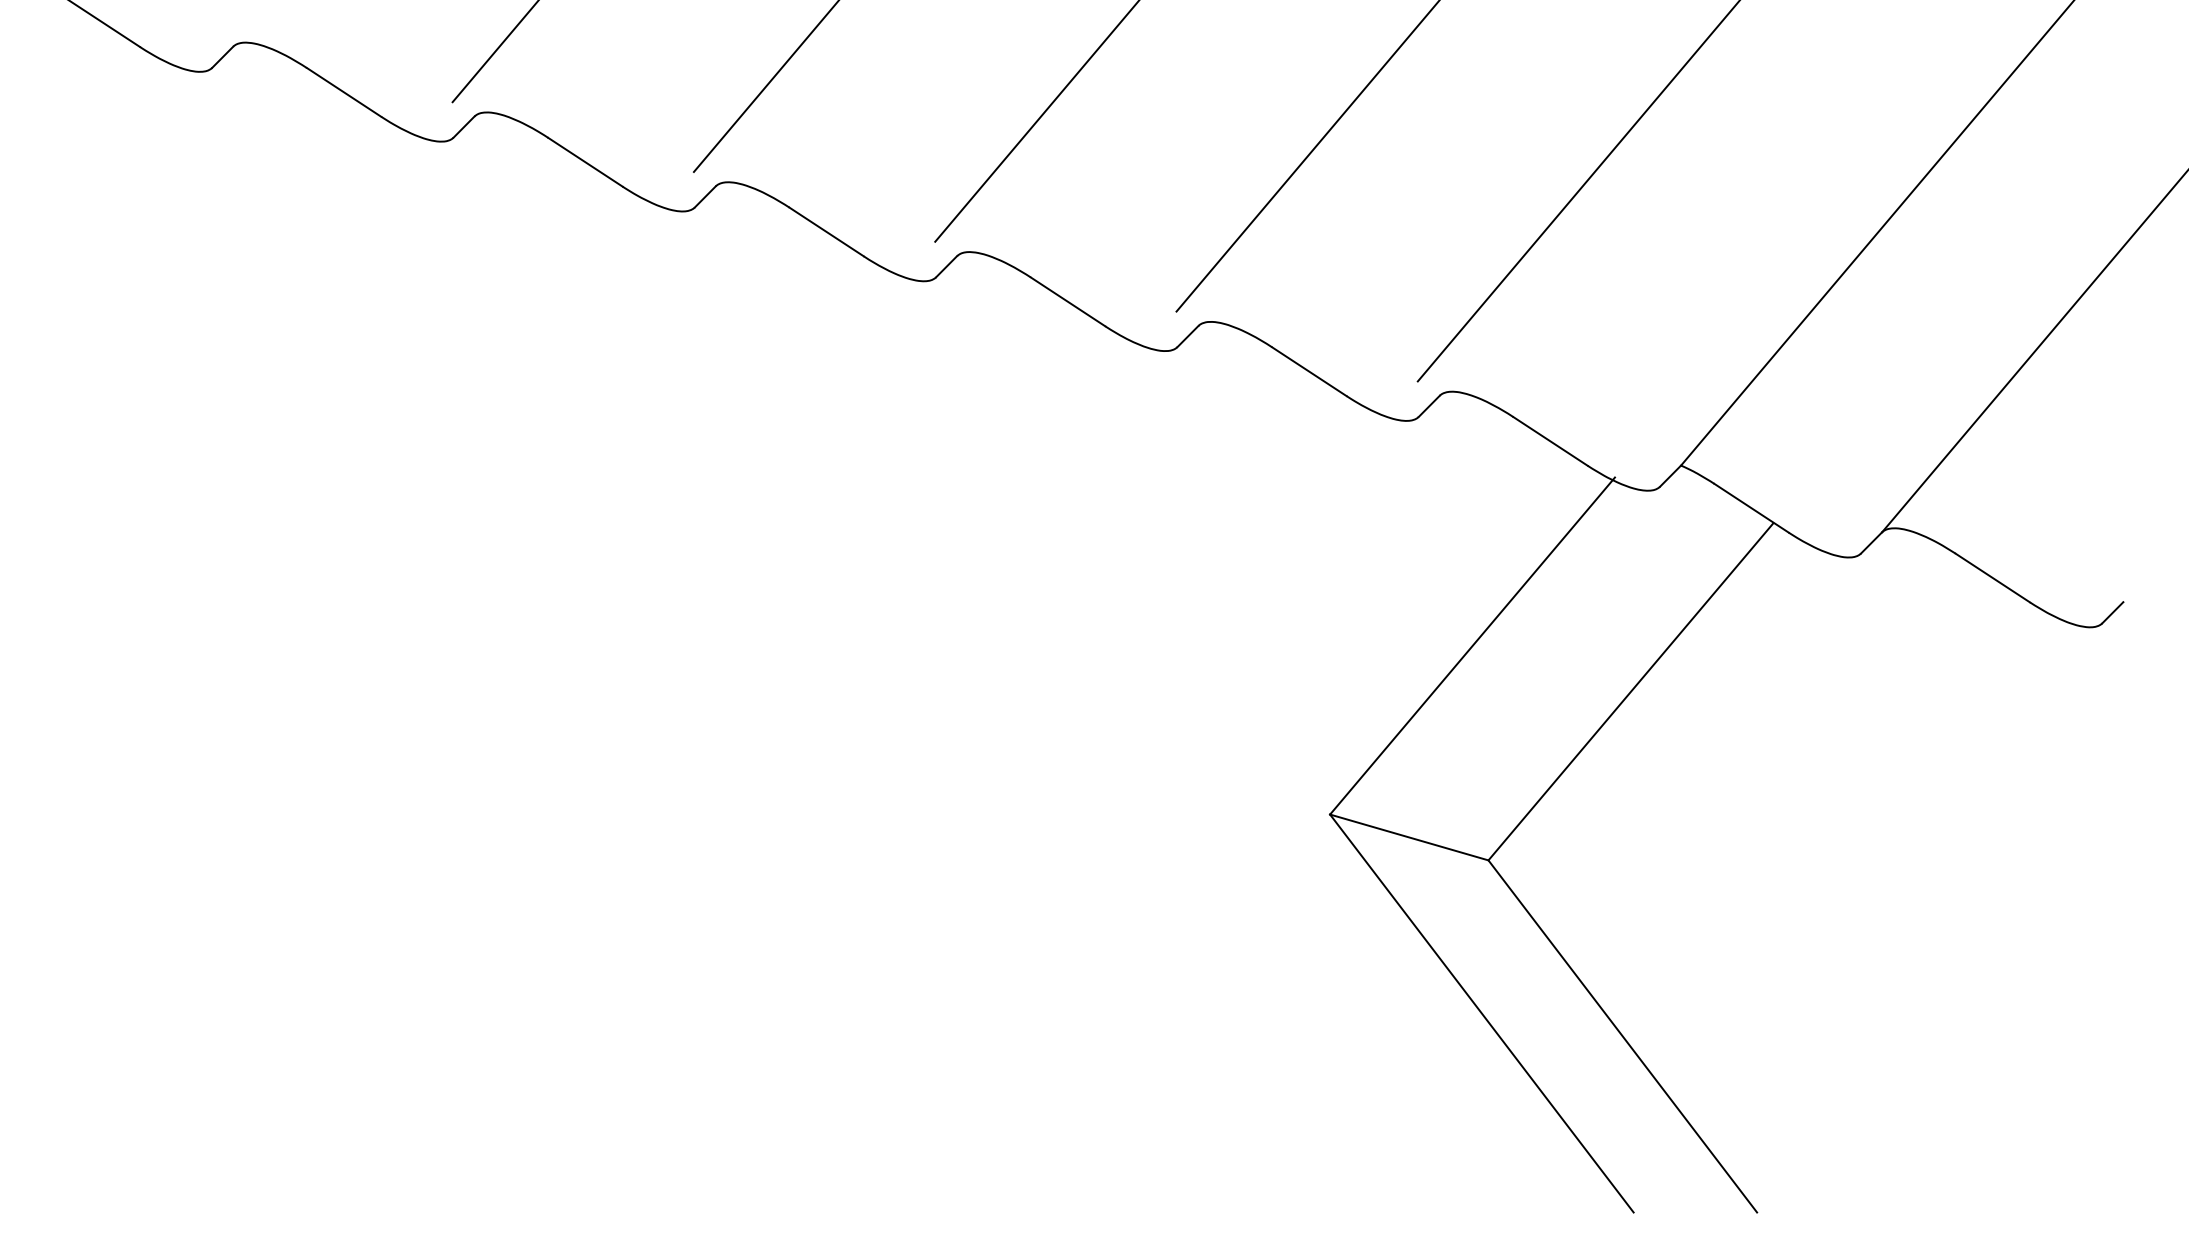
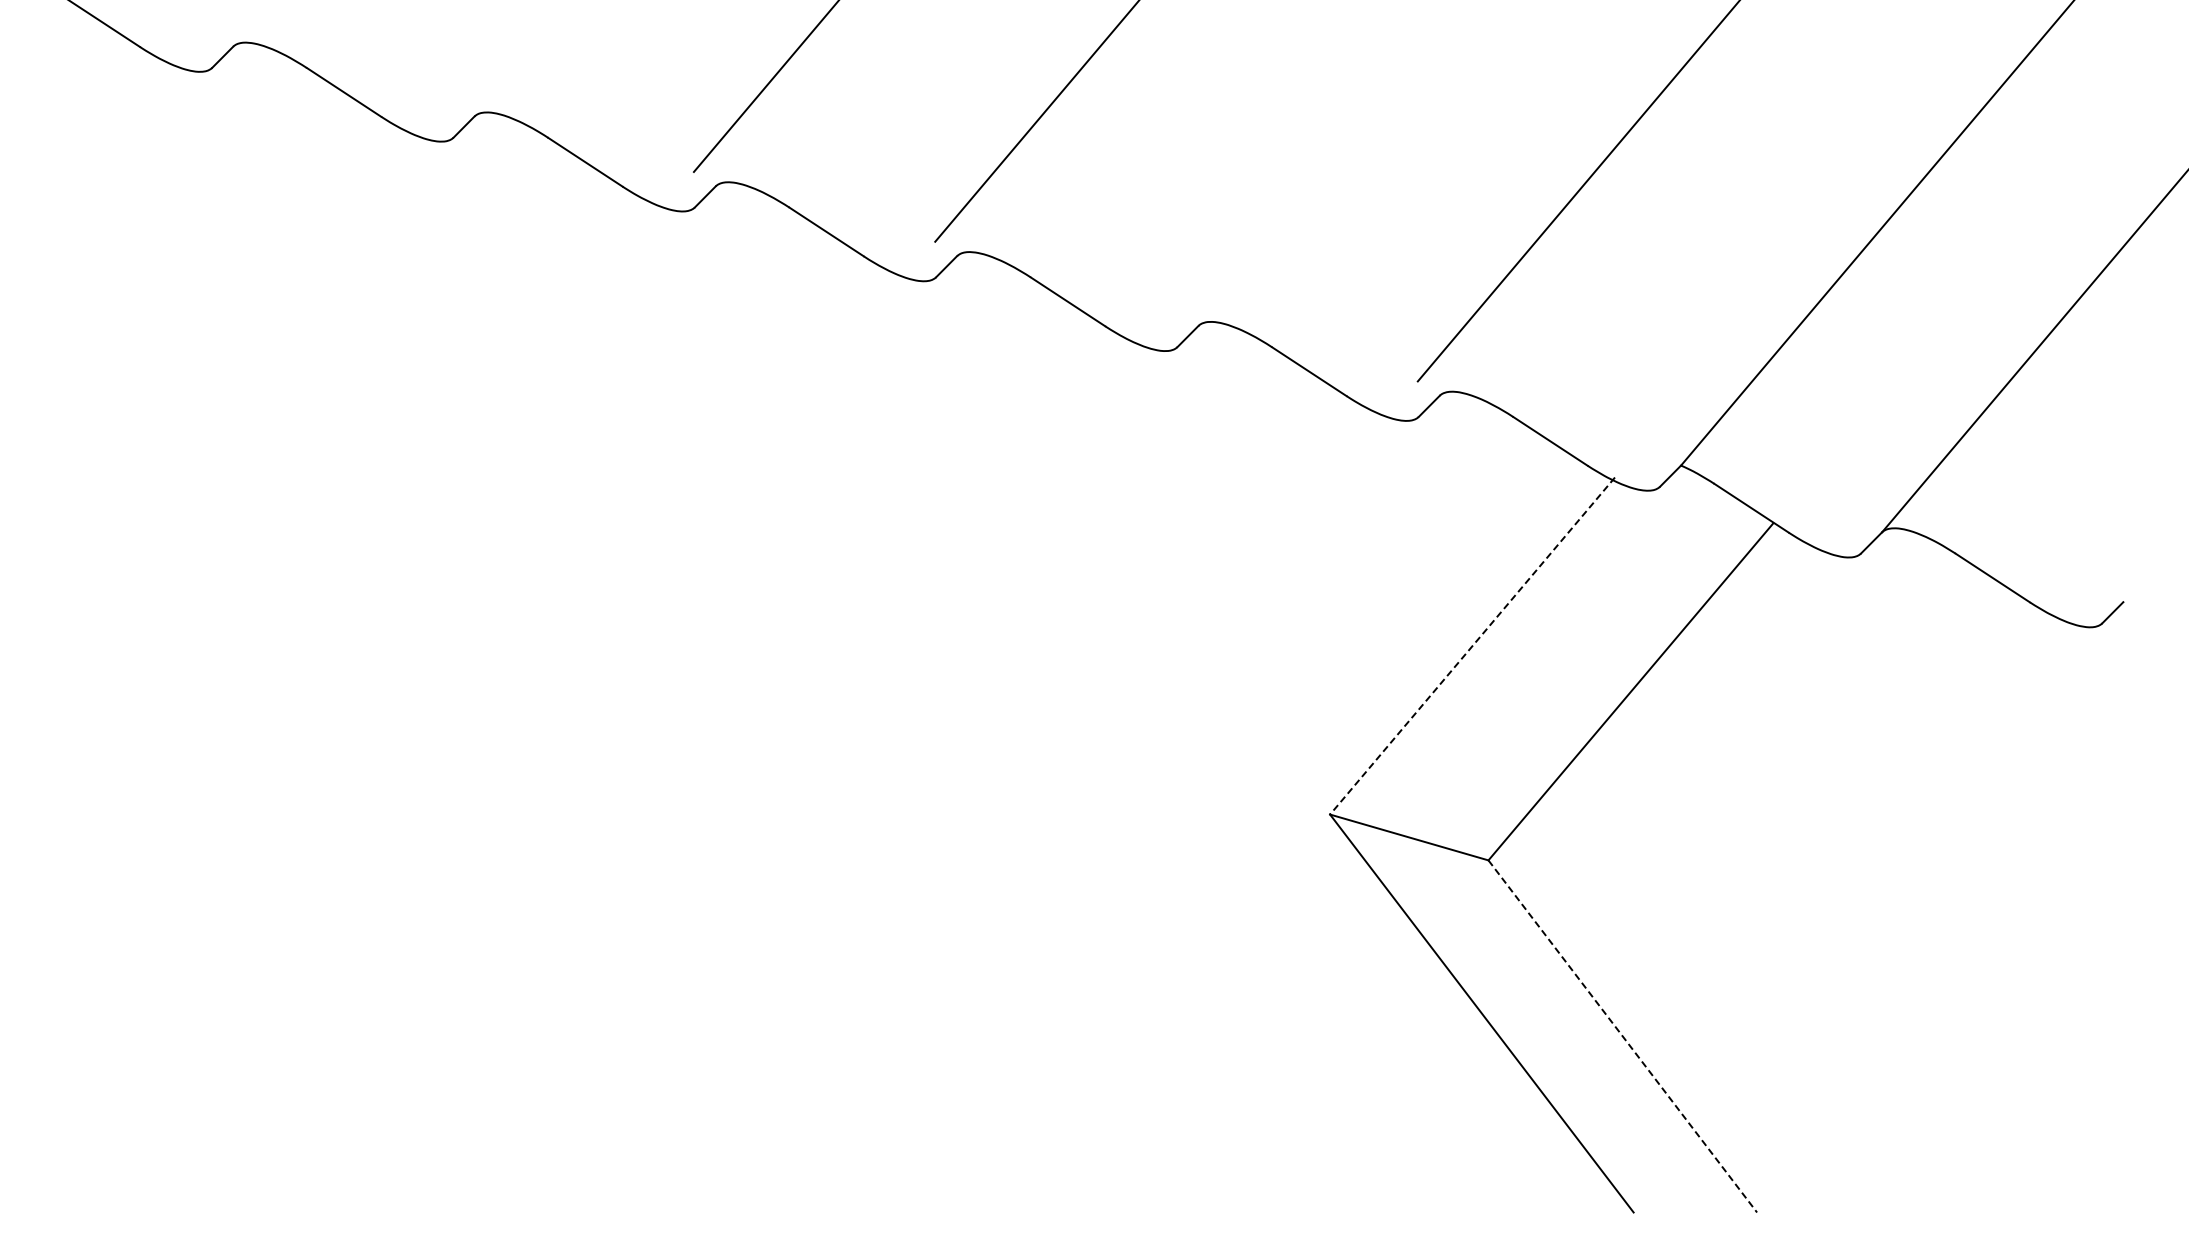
line at (494, 52): present -> none
line at (1307, 156): present -> none
line at (1472, 646): solid -> dashed
line at (1623, 1036): solid -> dashed
